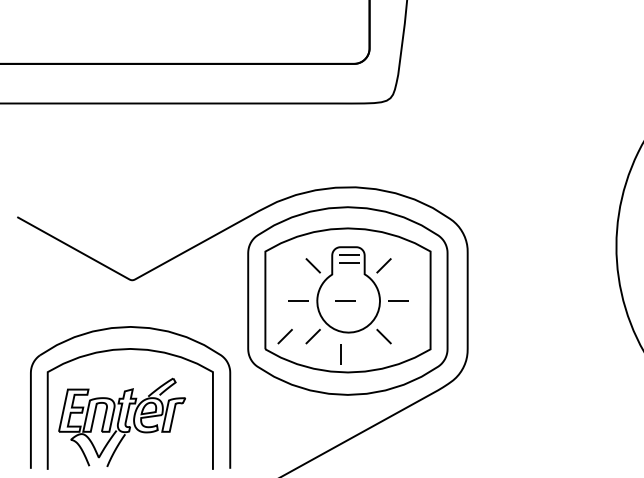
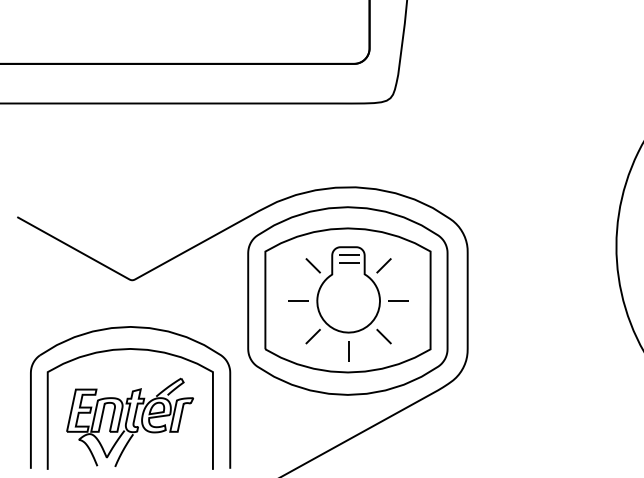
line at (345, 300): present -> none
line at (284, 336): present -> none
line at (340, 354) position: (340, 354) -> (348, 351)
part at (121, 421) position: (121, 421) -> (129, 421)
